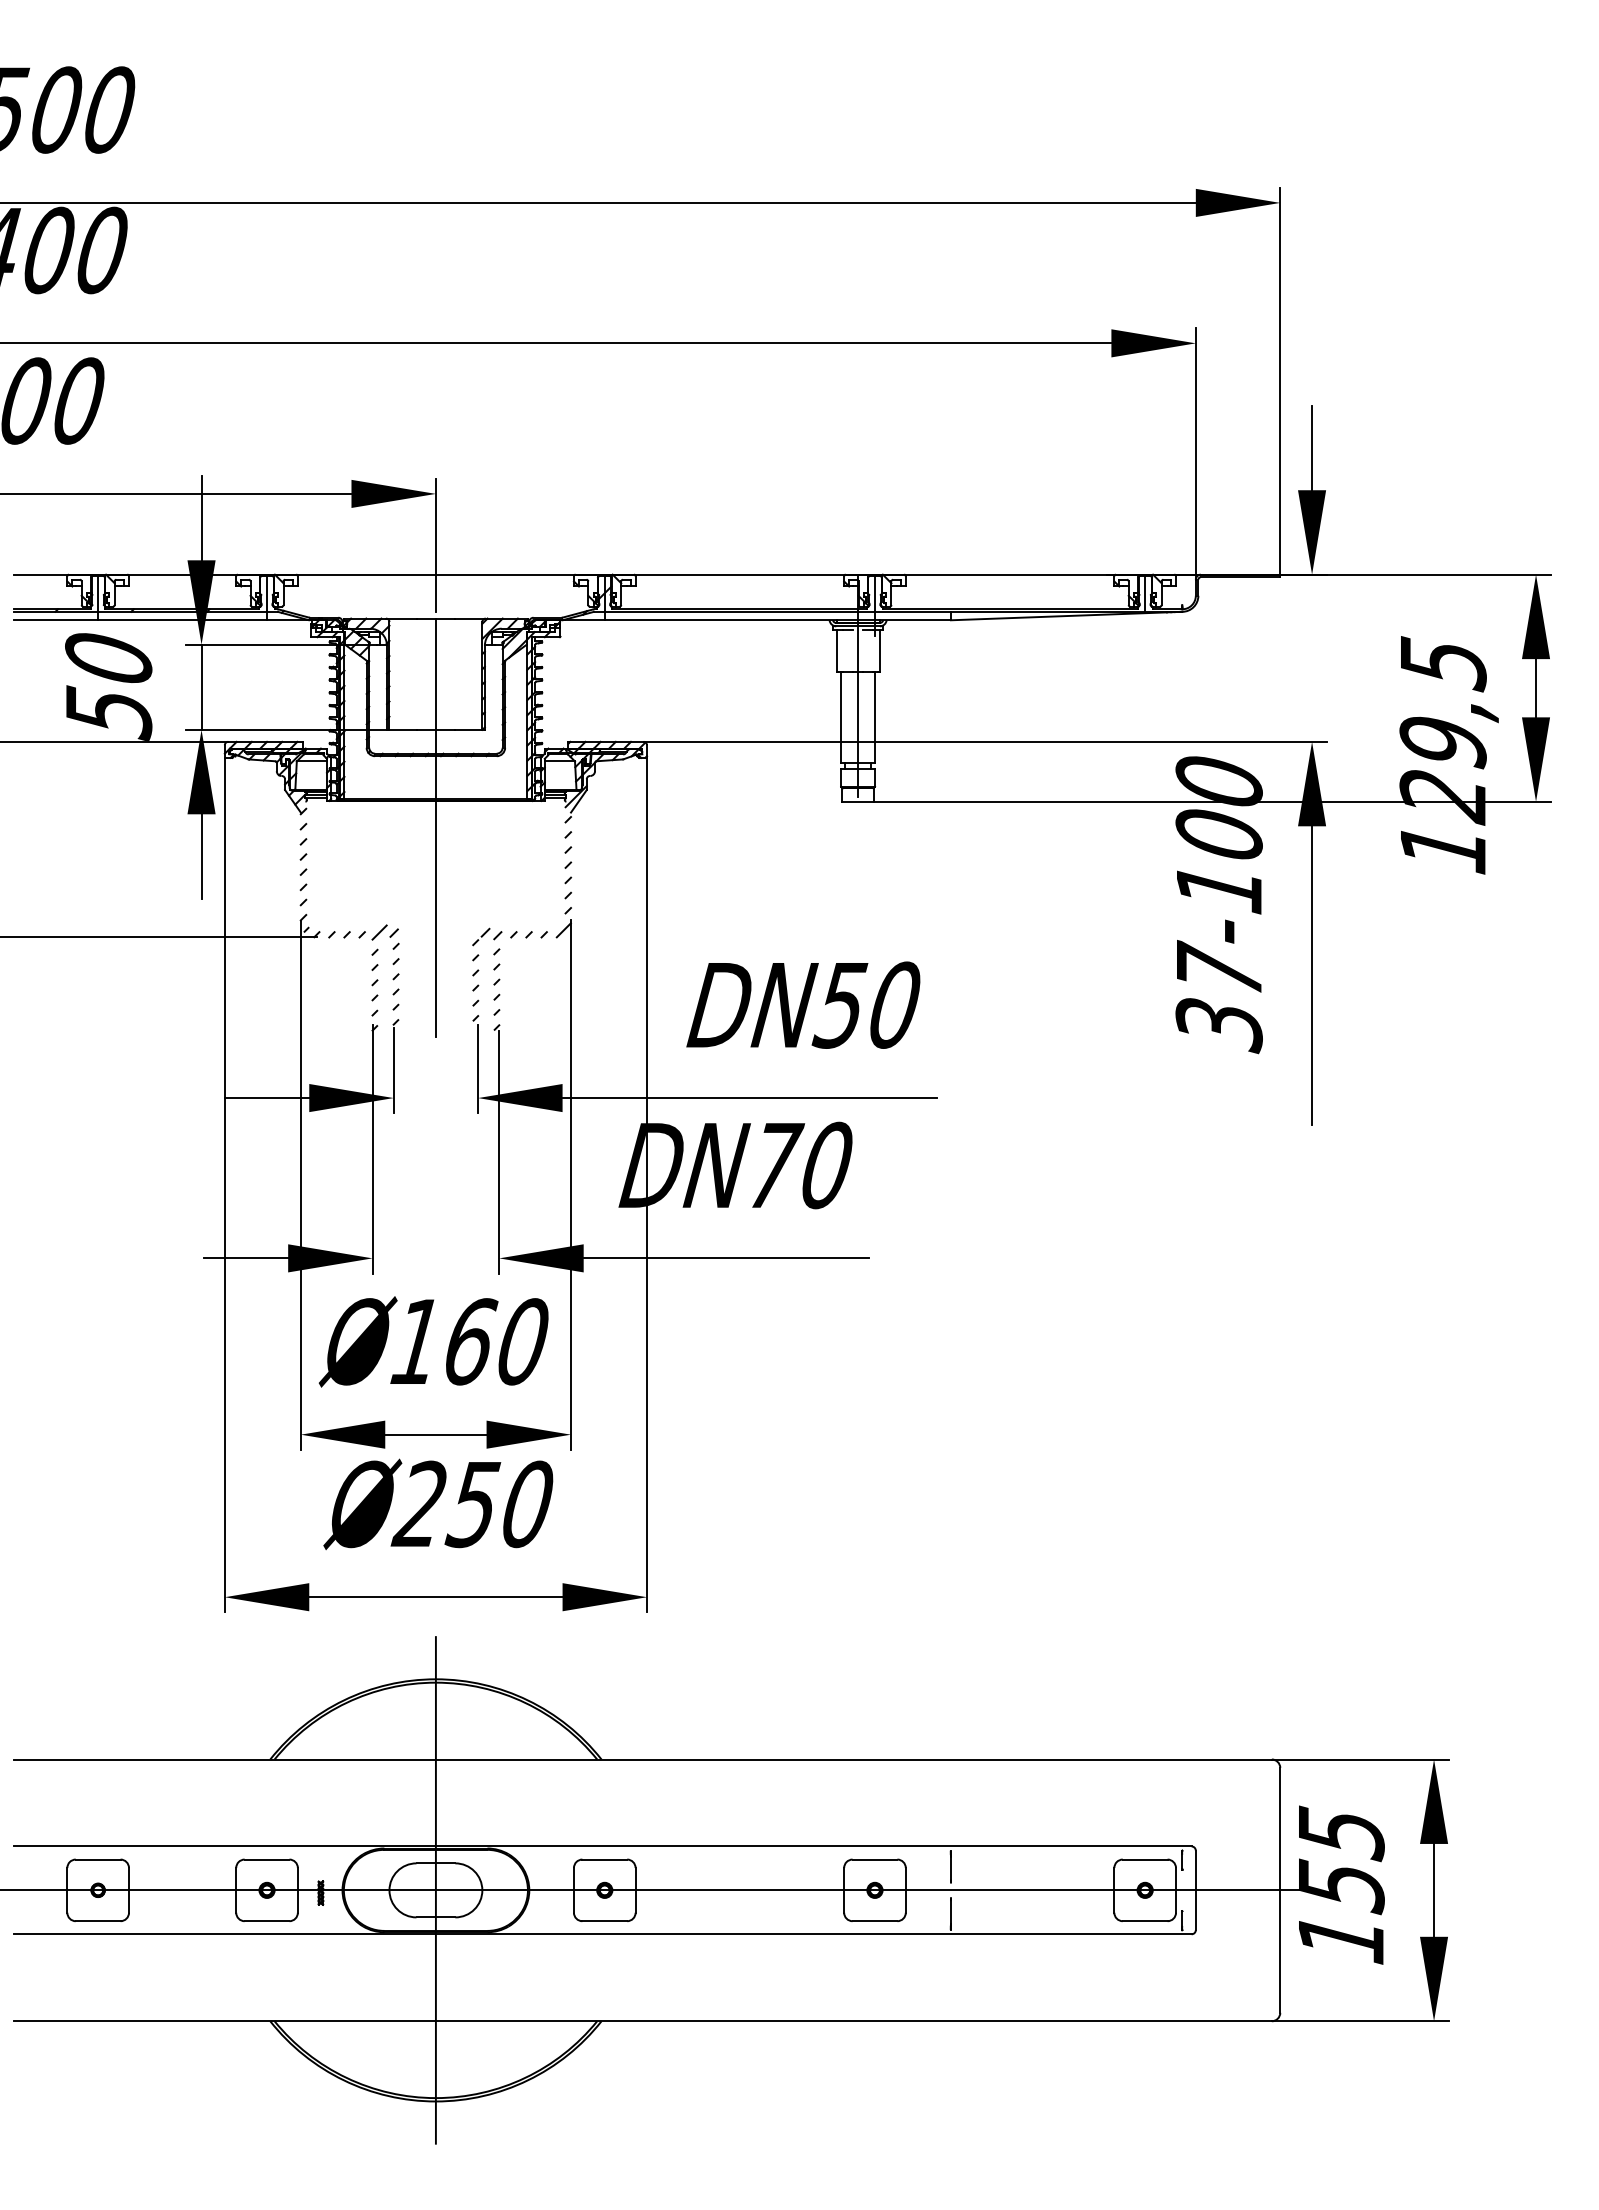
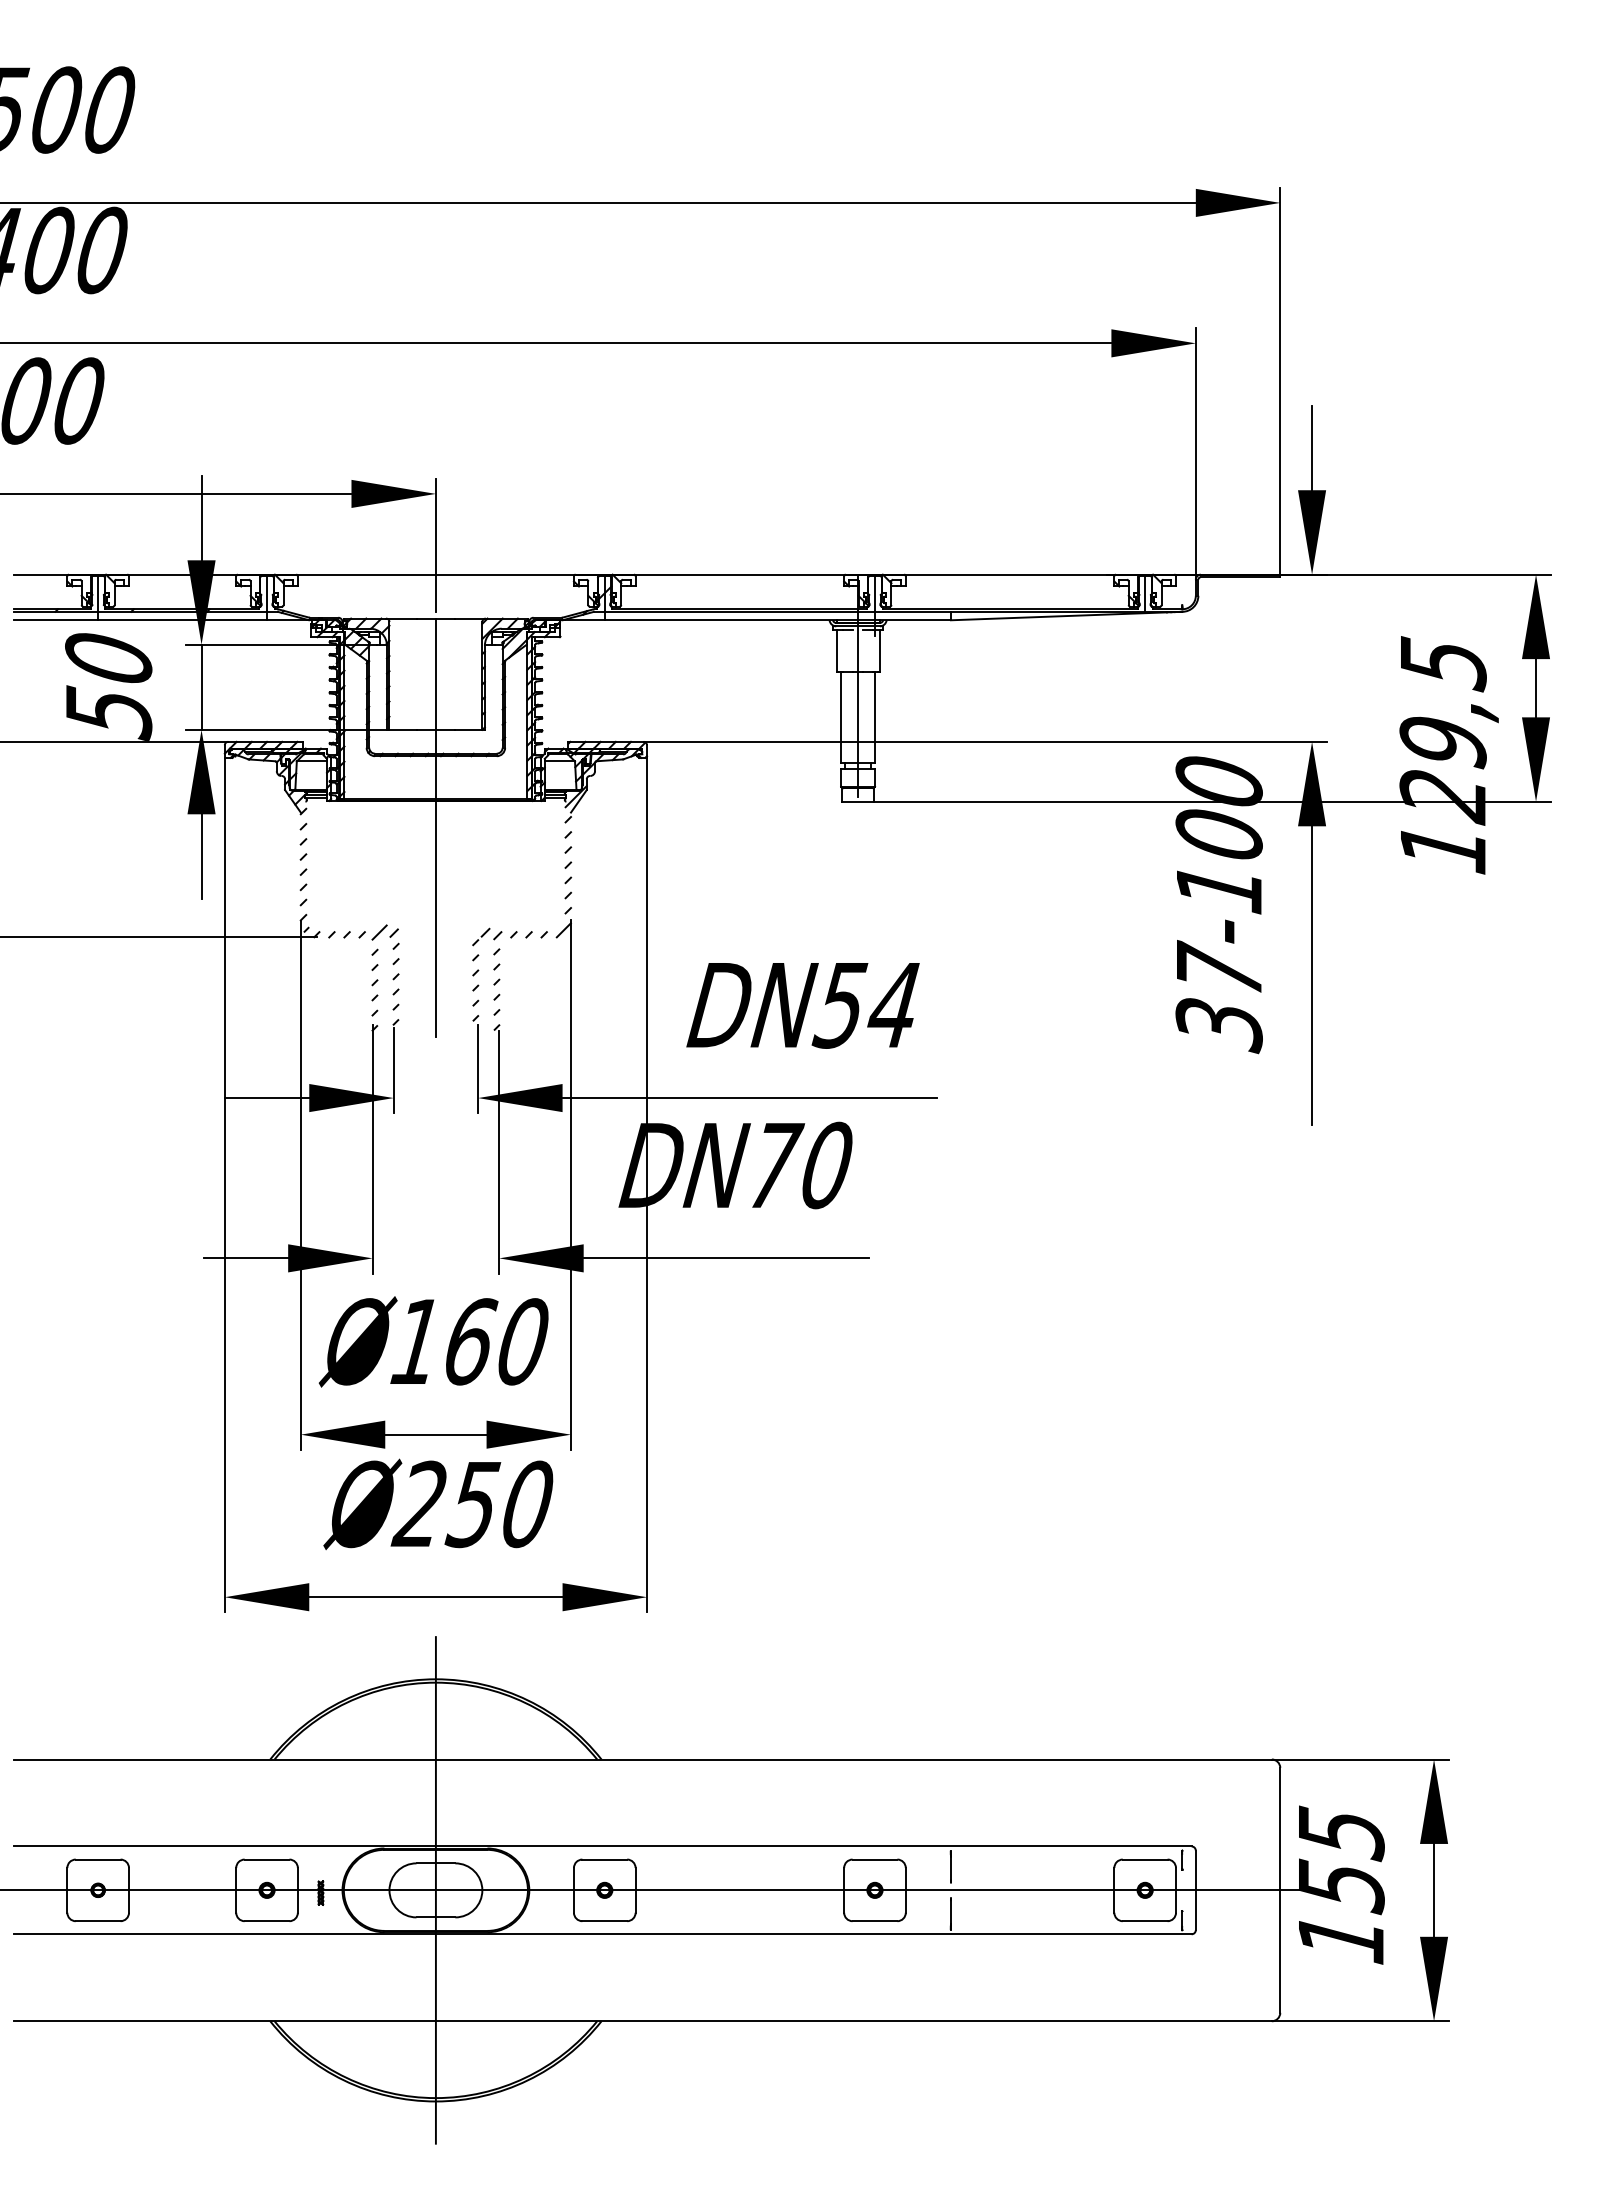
text at (893, 1004): DN50 -> DN54
